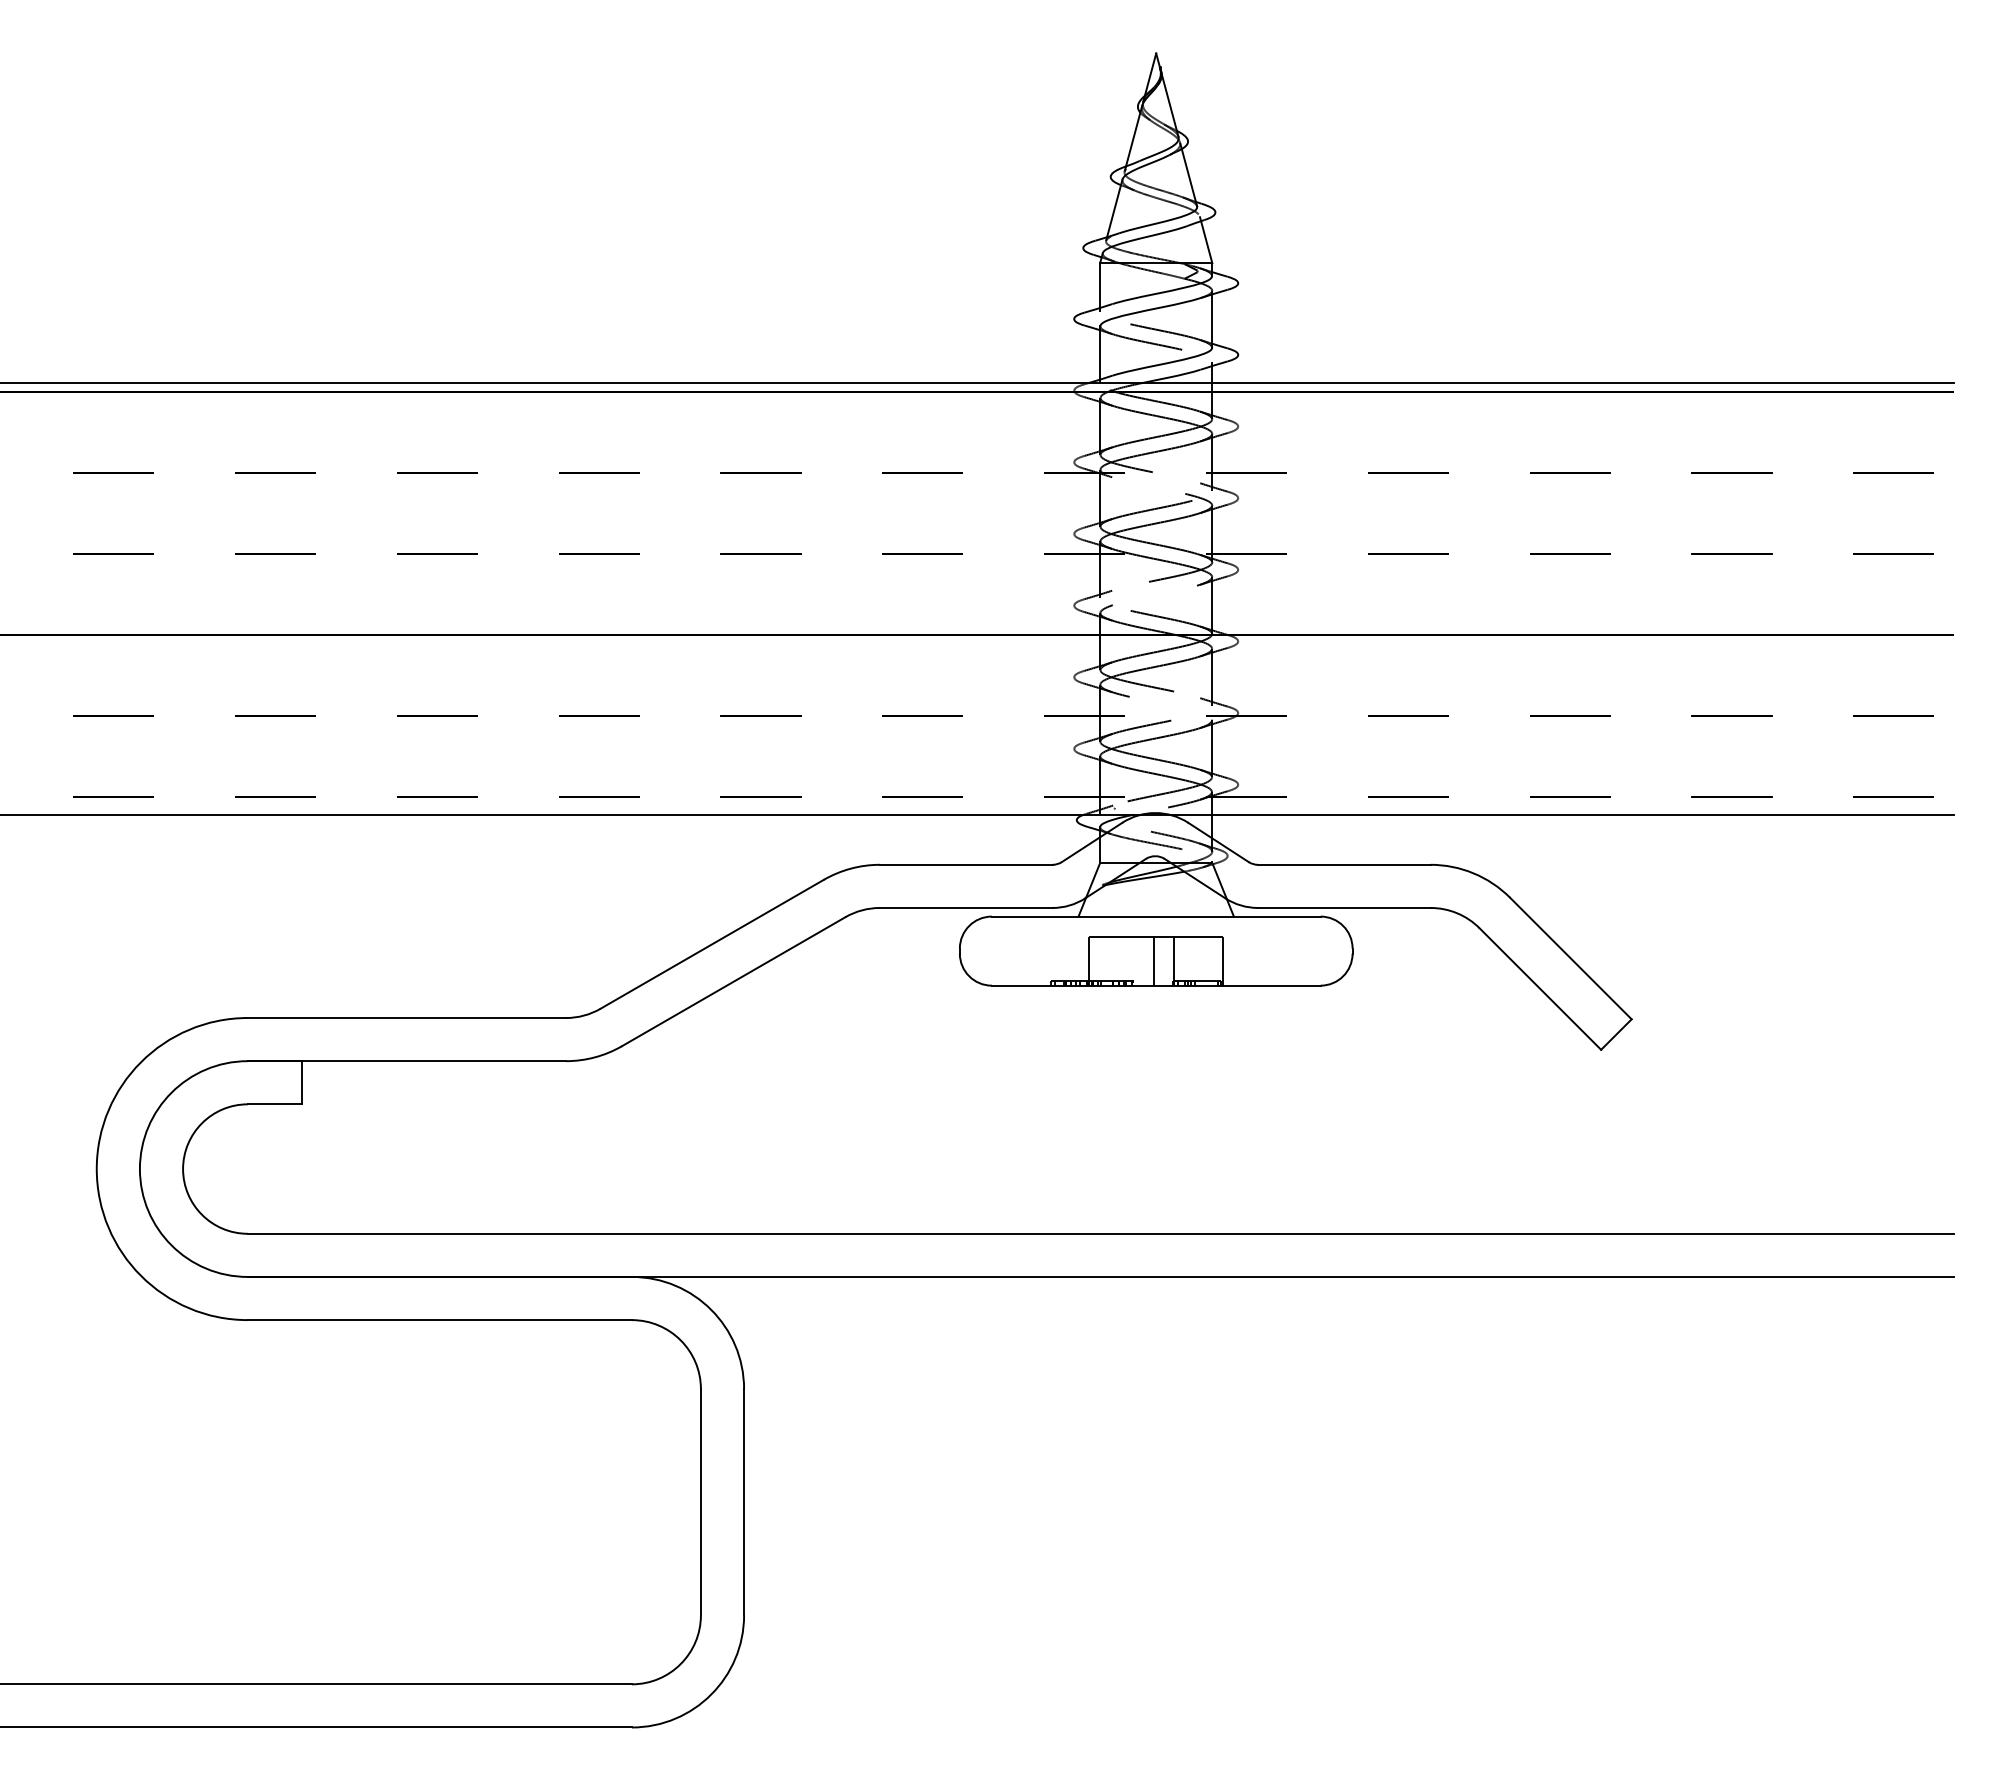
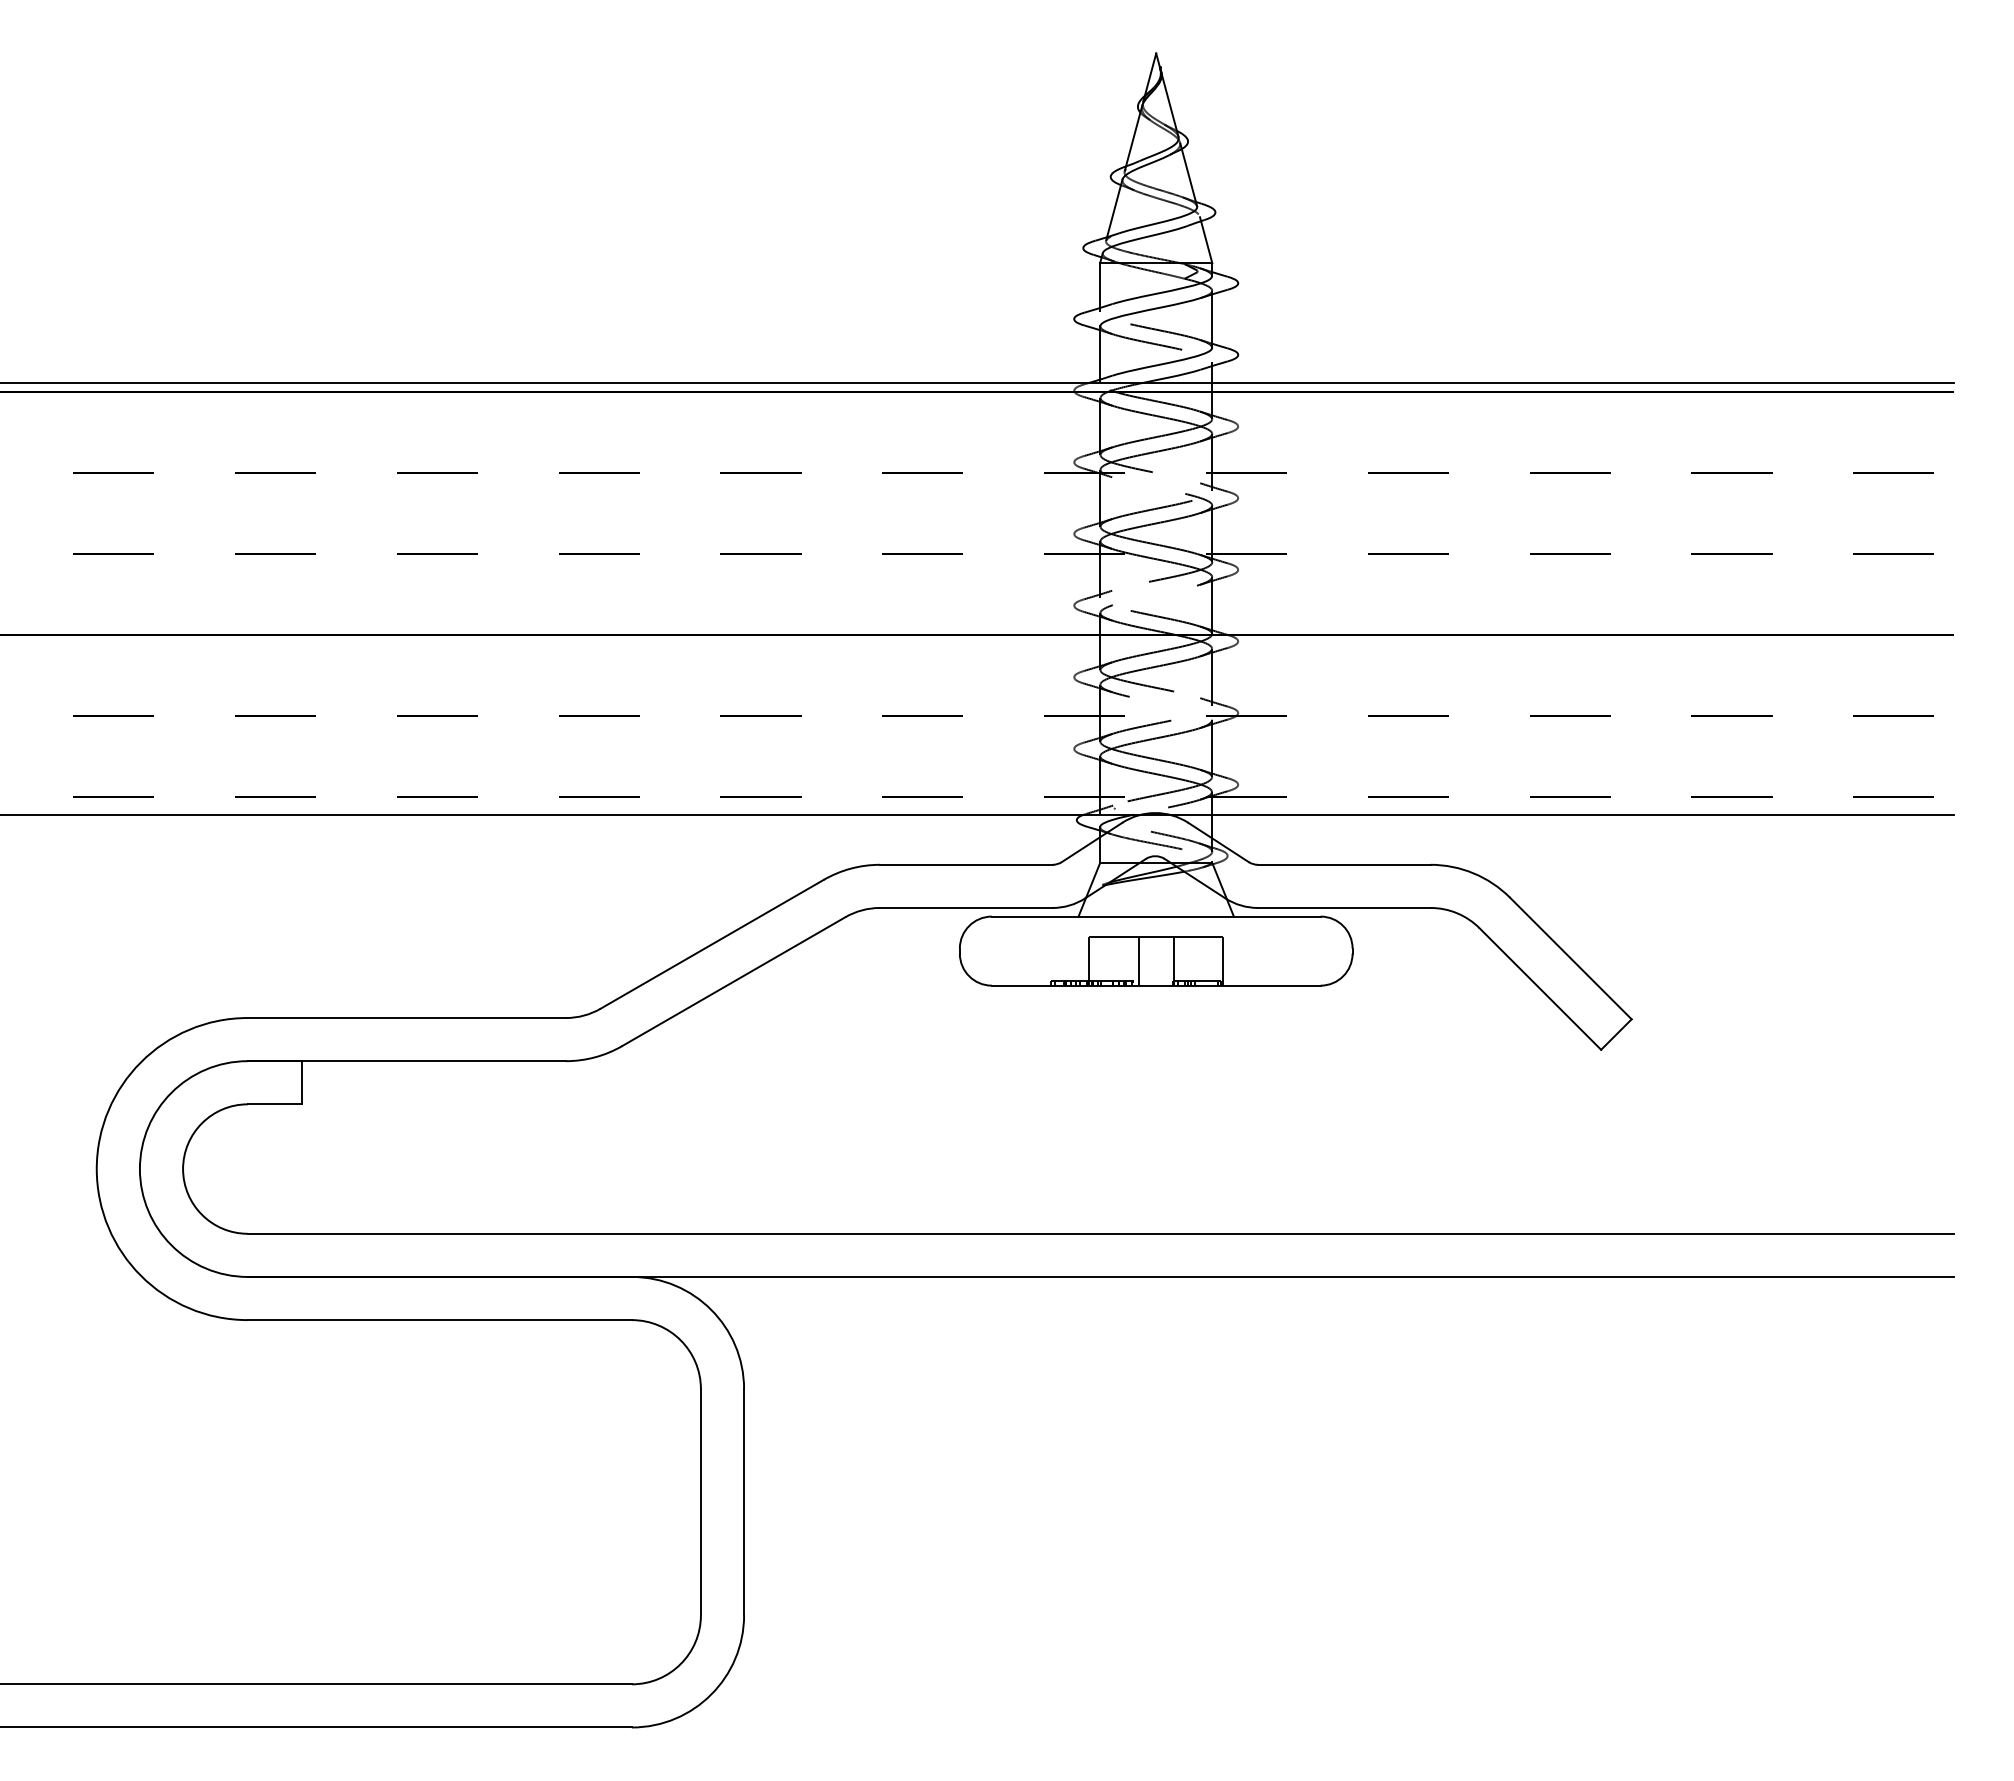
line at (1153, 961) position: (1153, 961) -> (1138, 961)
